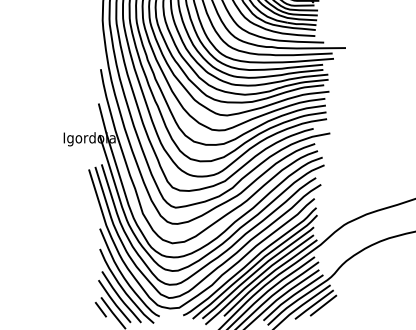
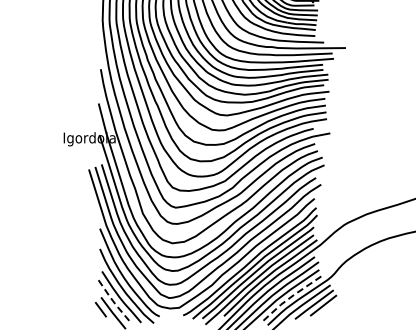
line at (292, 296): solid -> dashed
line at (114, 302): solid -> dashed
